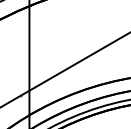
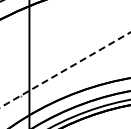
line at (65, 69): solid -> dashed
